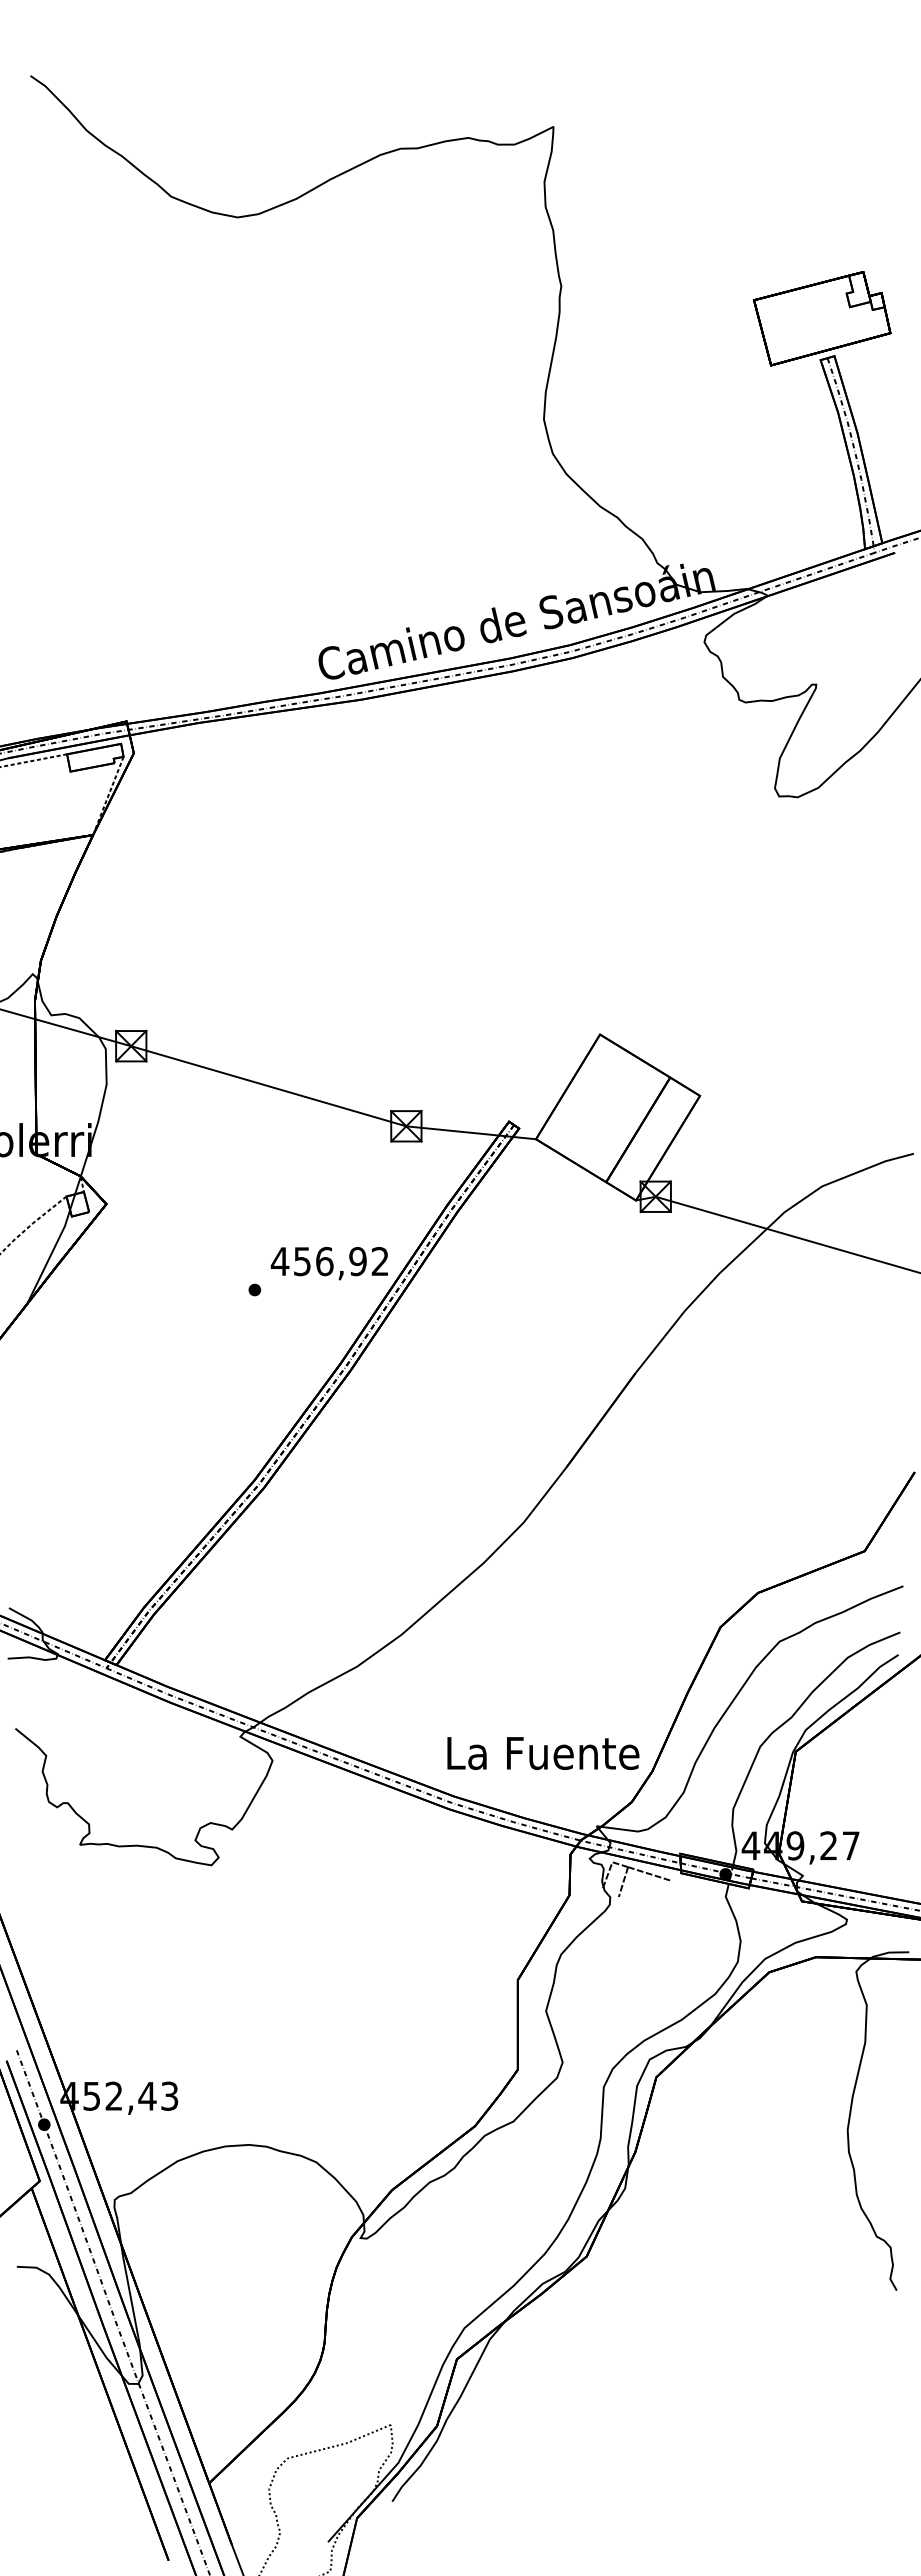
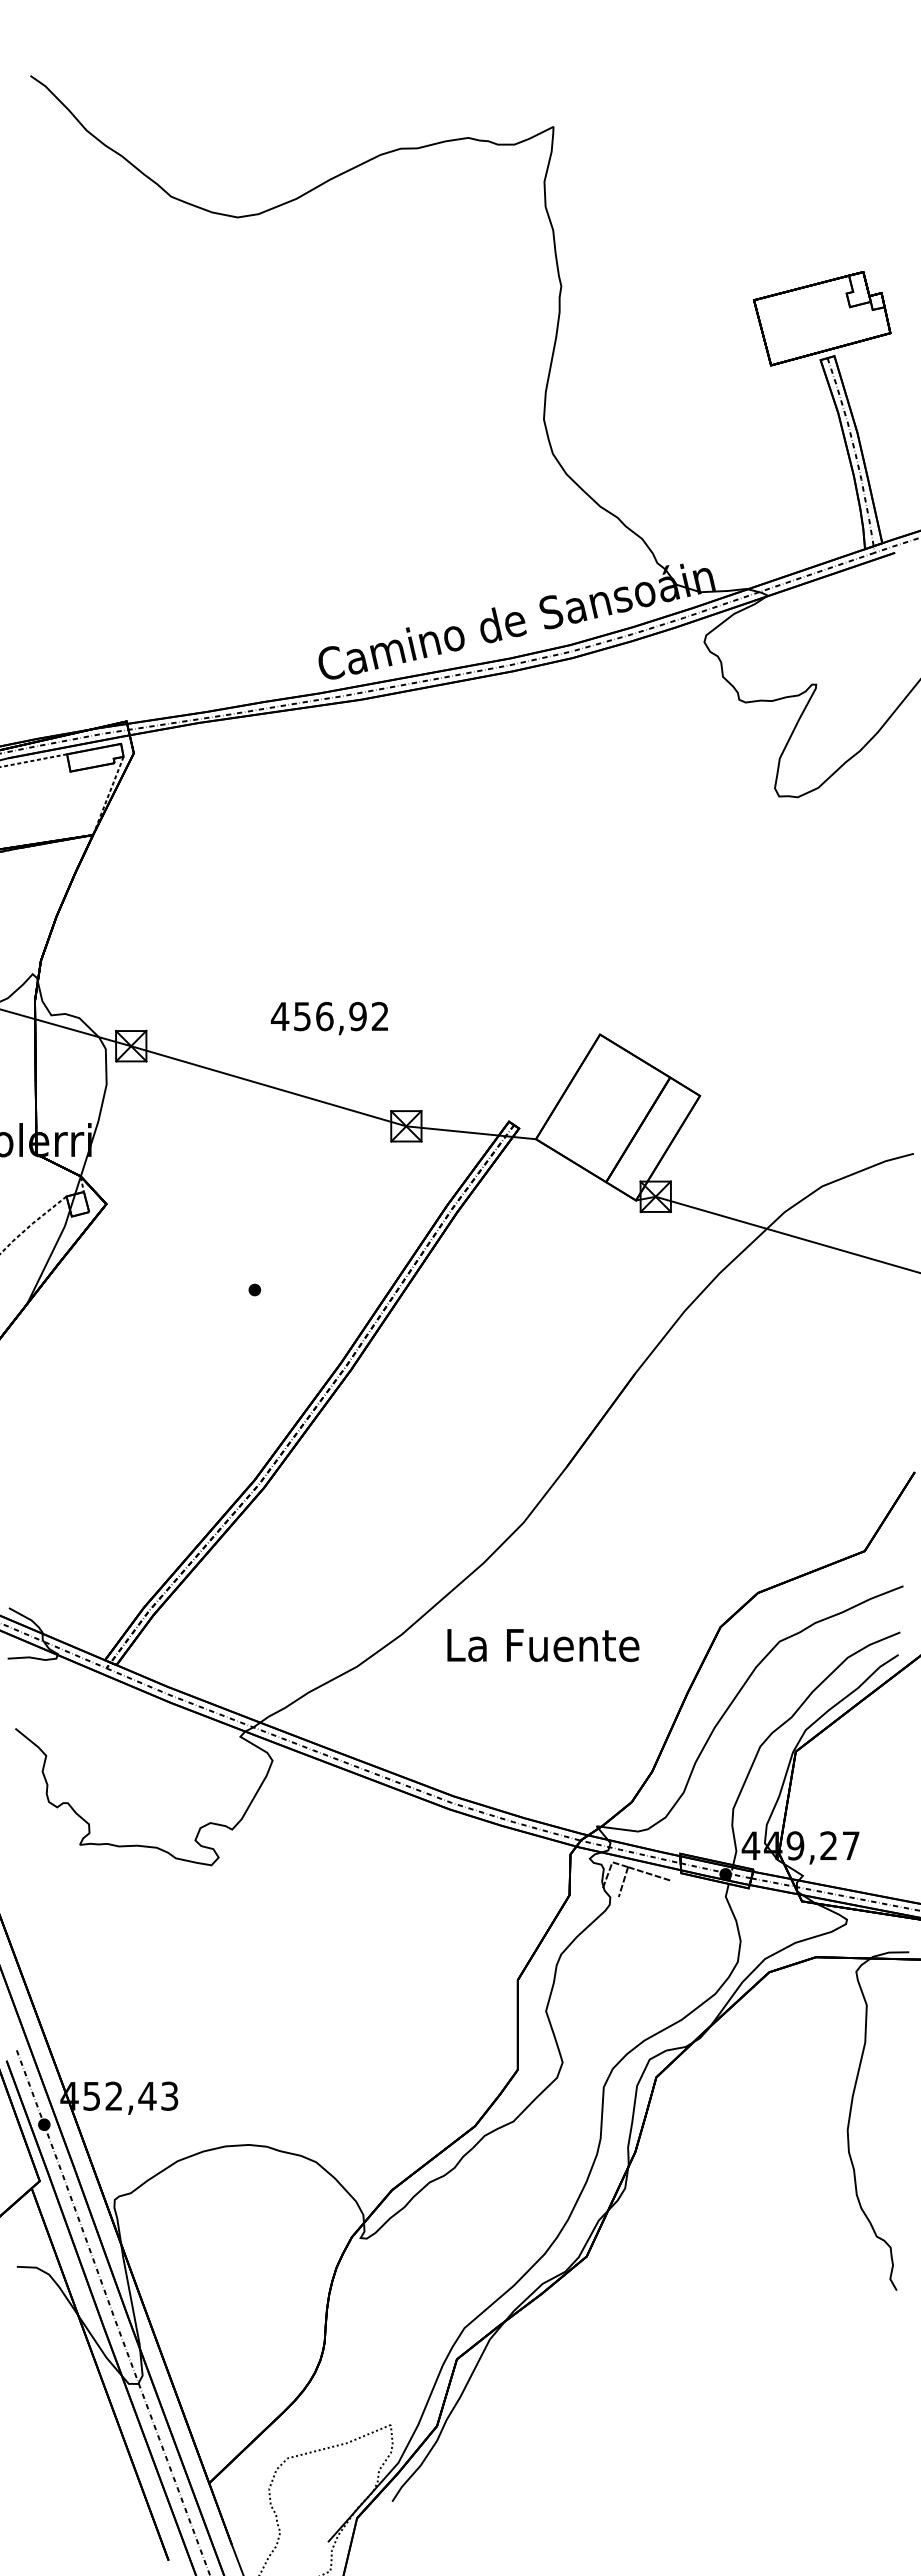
text at (328, 1263) position: (328, 1263) -> (328, 1018)
text at (543, 1753) position: (543, 1753) -> (543, 1645)
